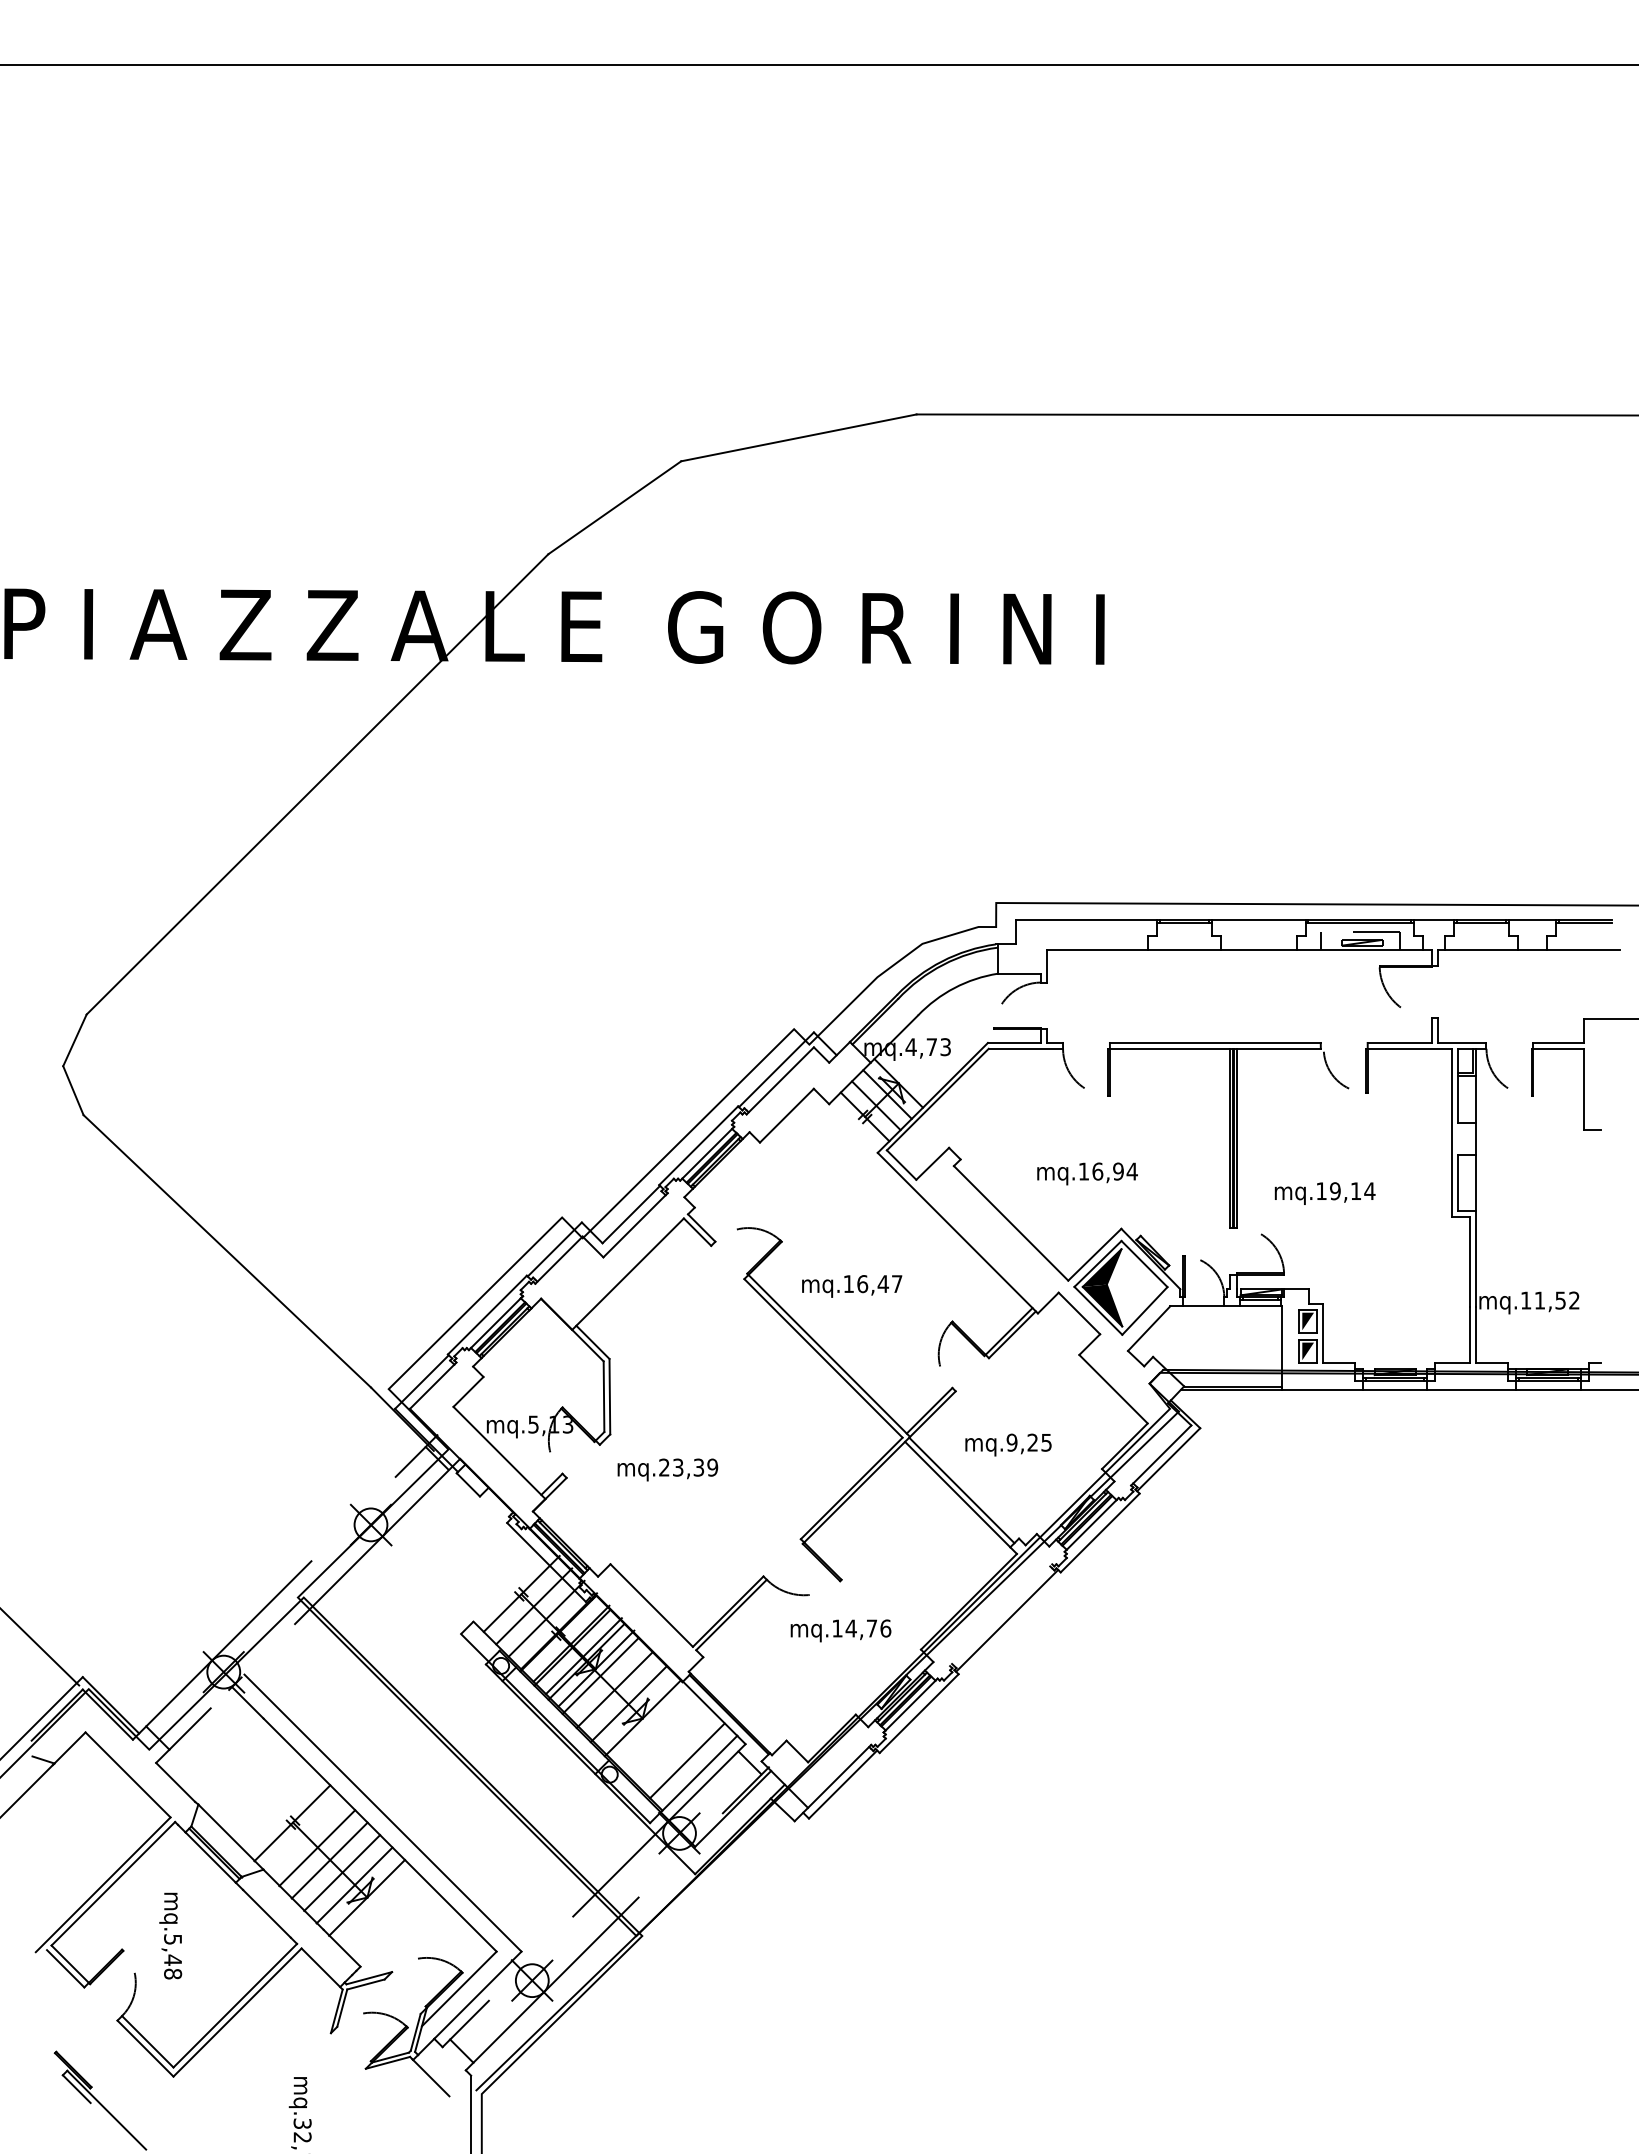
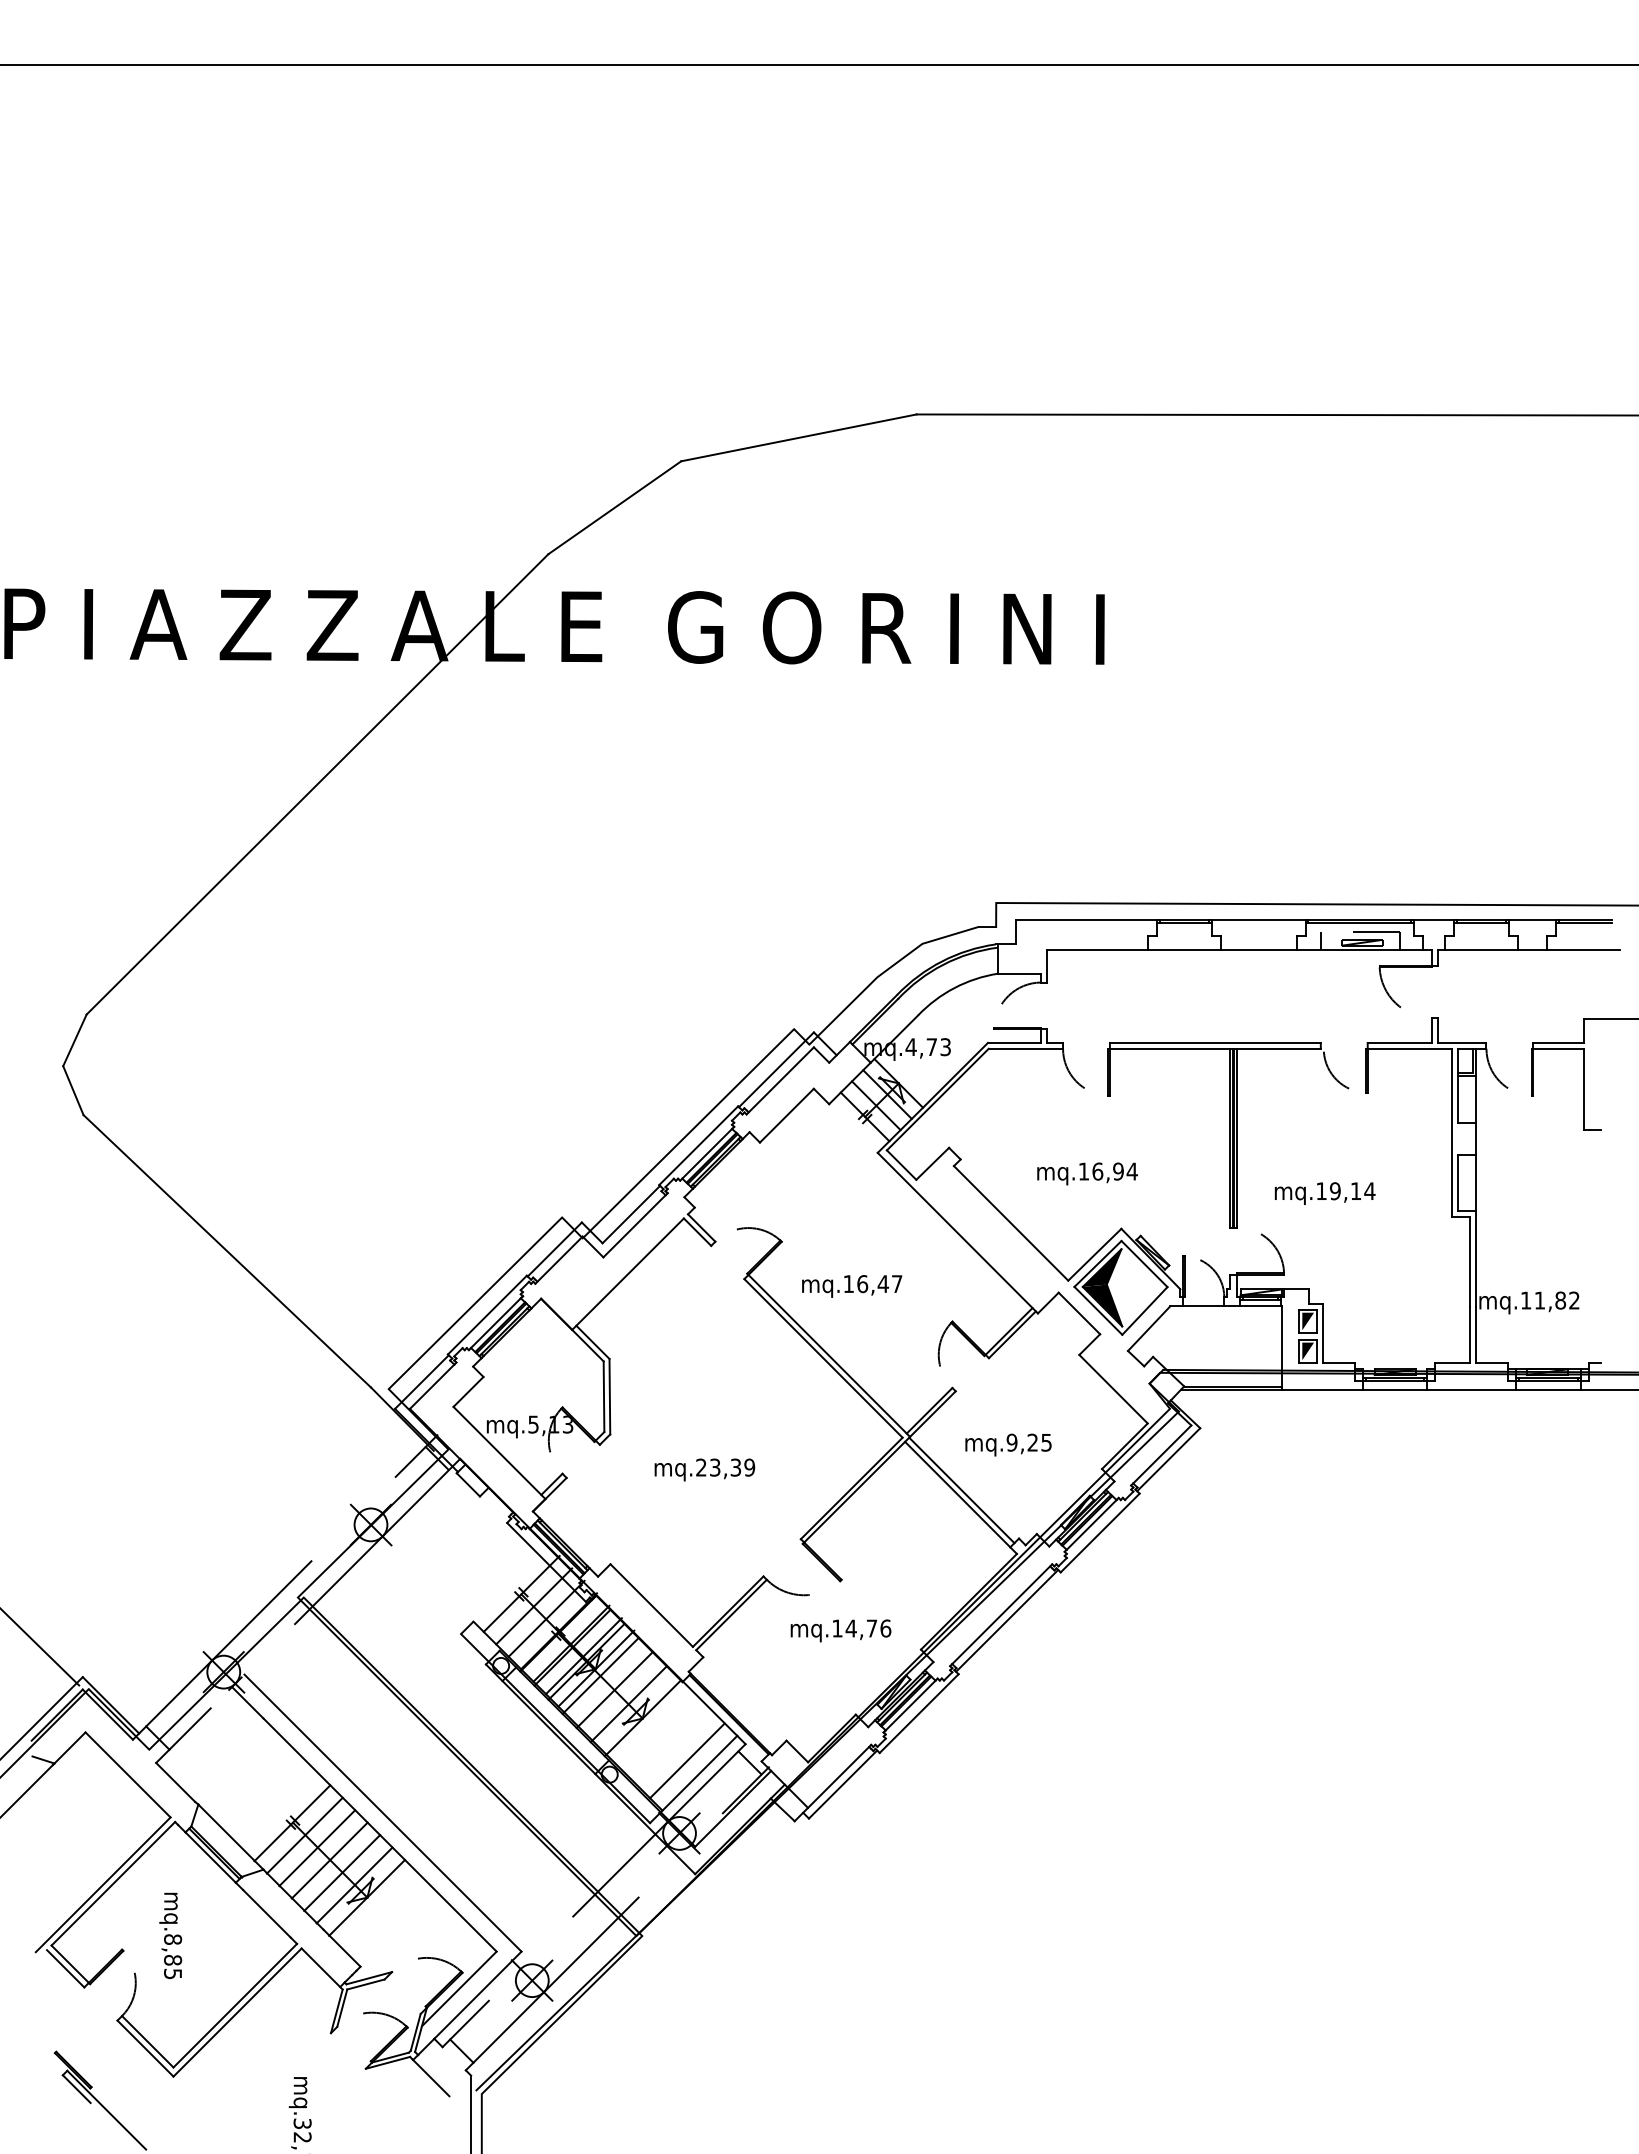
text at (1560, 1300): mq.11,52 -> mq.11,82
text at (667, 1469) position: (667, 1469) -> (704, 1469)
line at (1001, 1615): none -> present
line at (304, 1835): none -> present
text at (173, 1956): mq.5,48 -> mq.8,85
